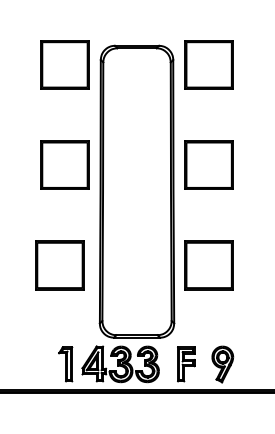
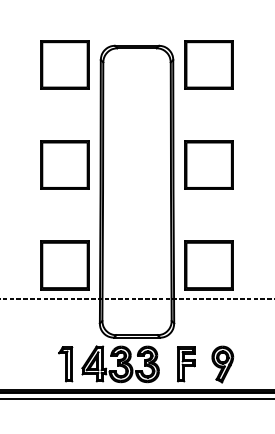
part at (59, 265) position: (59, 265) -> (64, 265)
line at (136, 299): none -> present
line at (136, 398): none -> present
